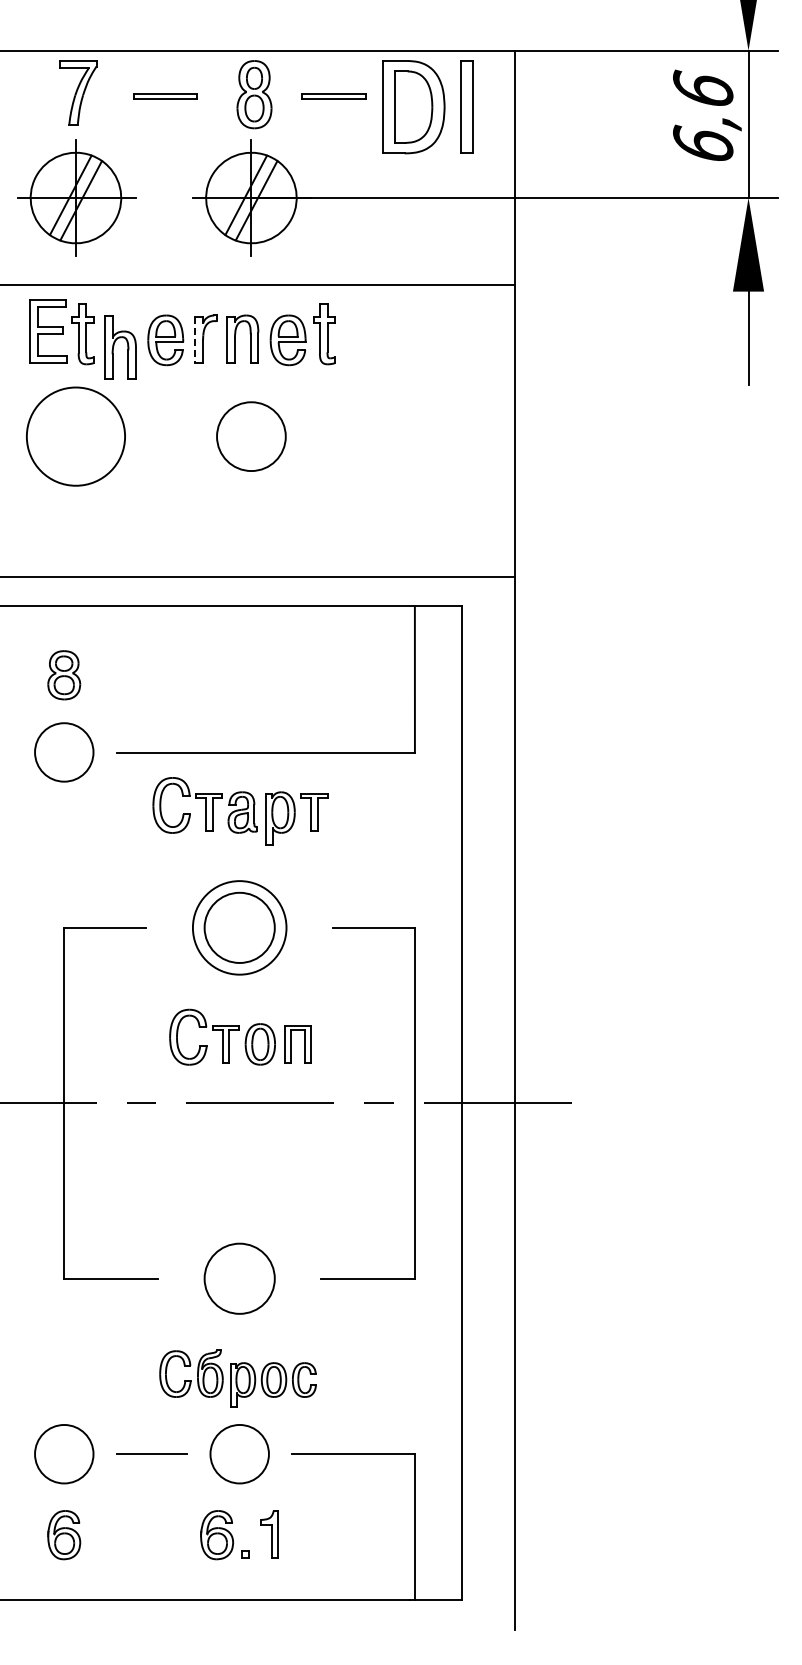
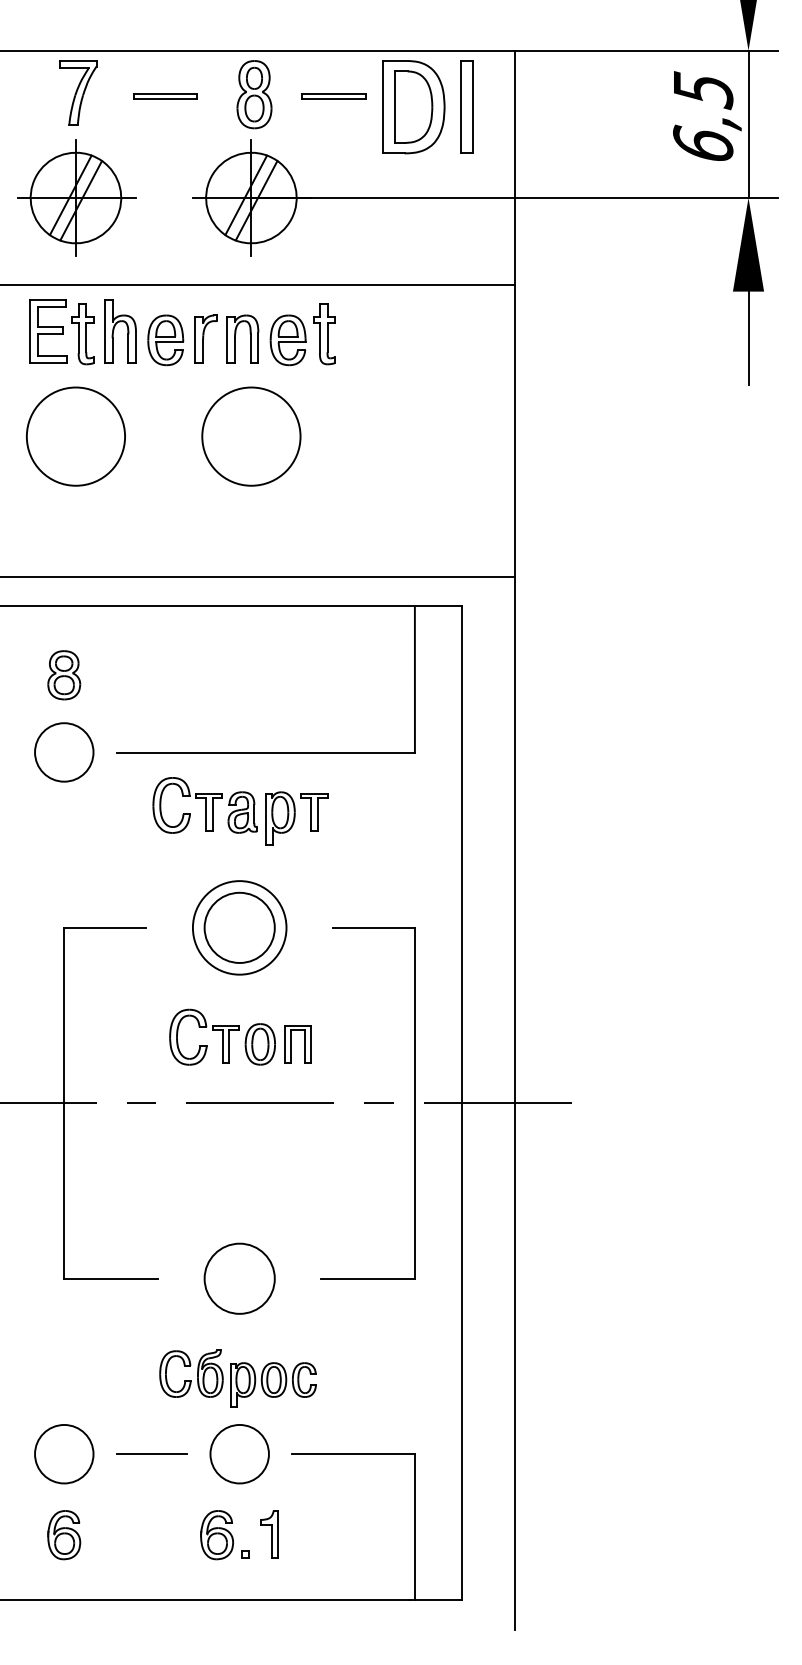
text at (703, 89): 6,6 -> 6,5
line at (195, 340): dashed -> solid
part at (114, 346) position: (114, 346) -> (114, 330)
circle at (251, 436) diameter: 69 px -> 98 px
